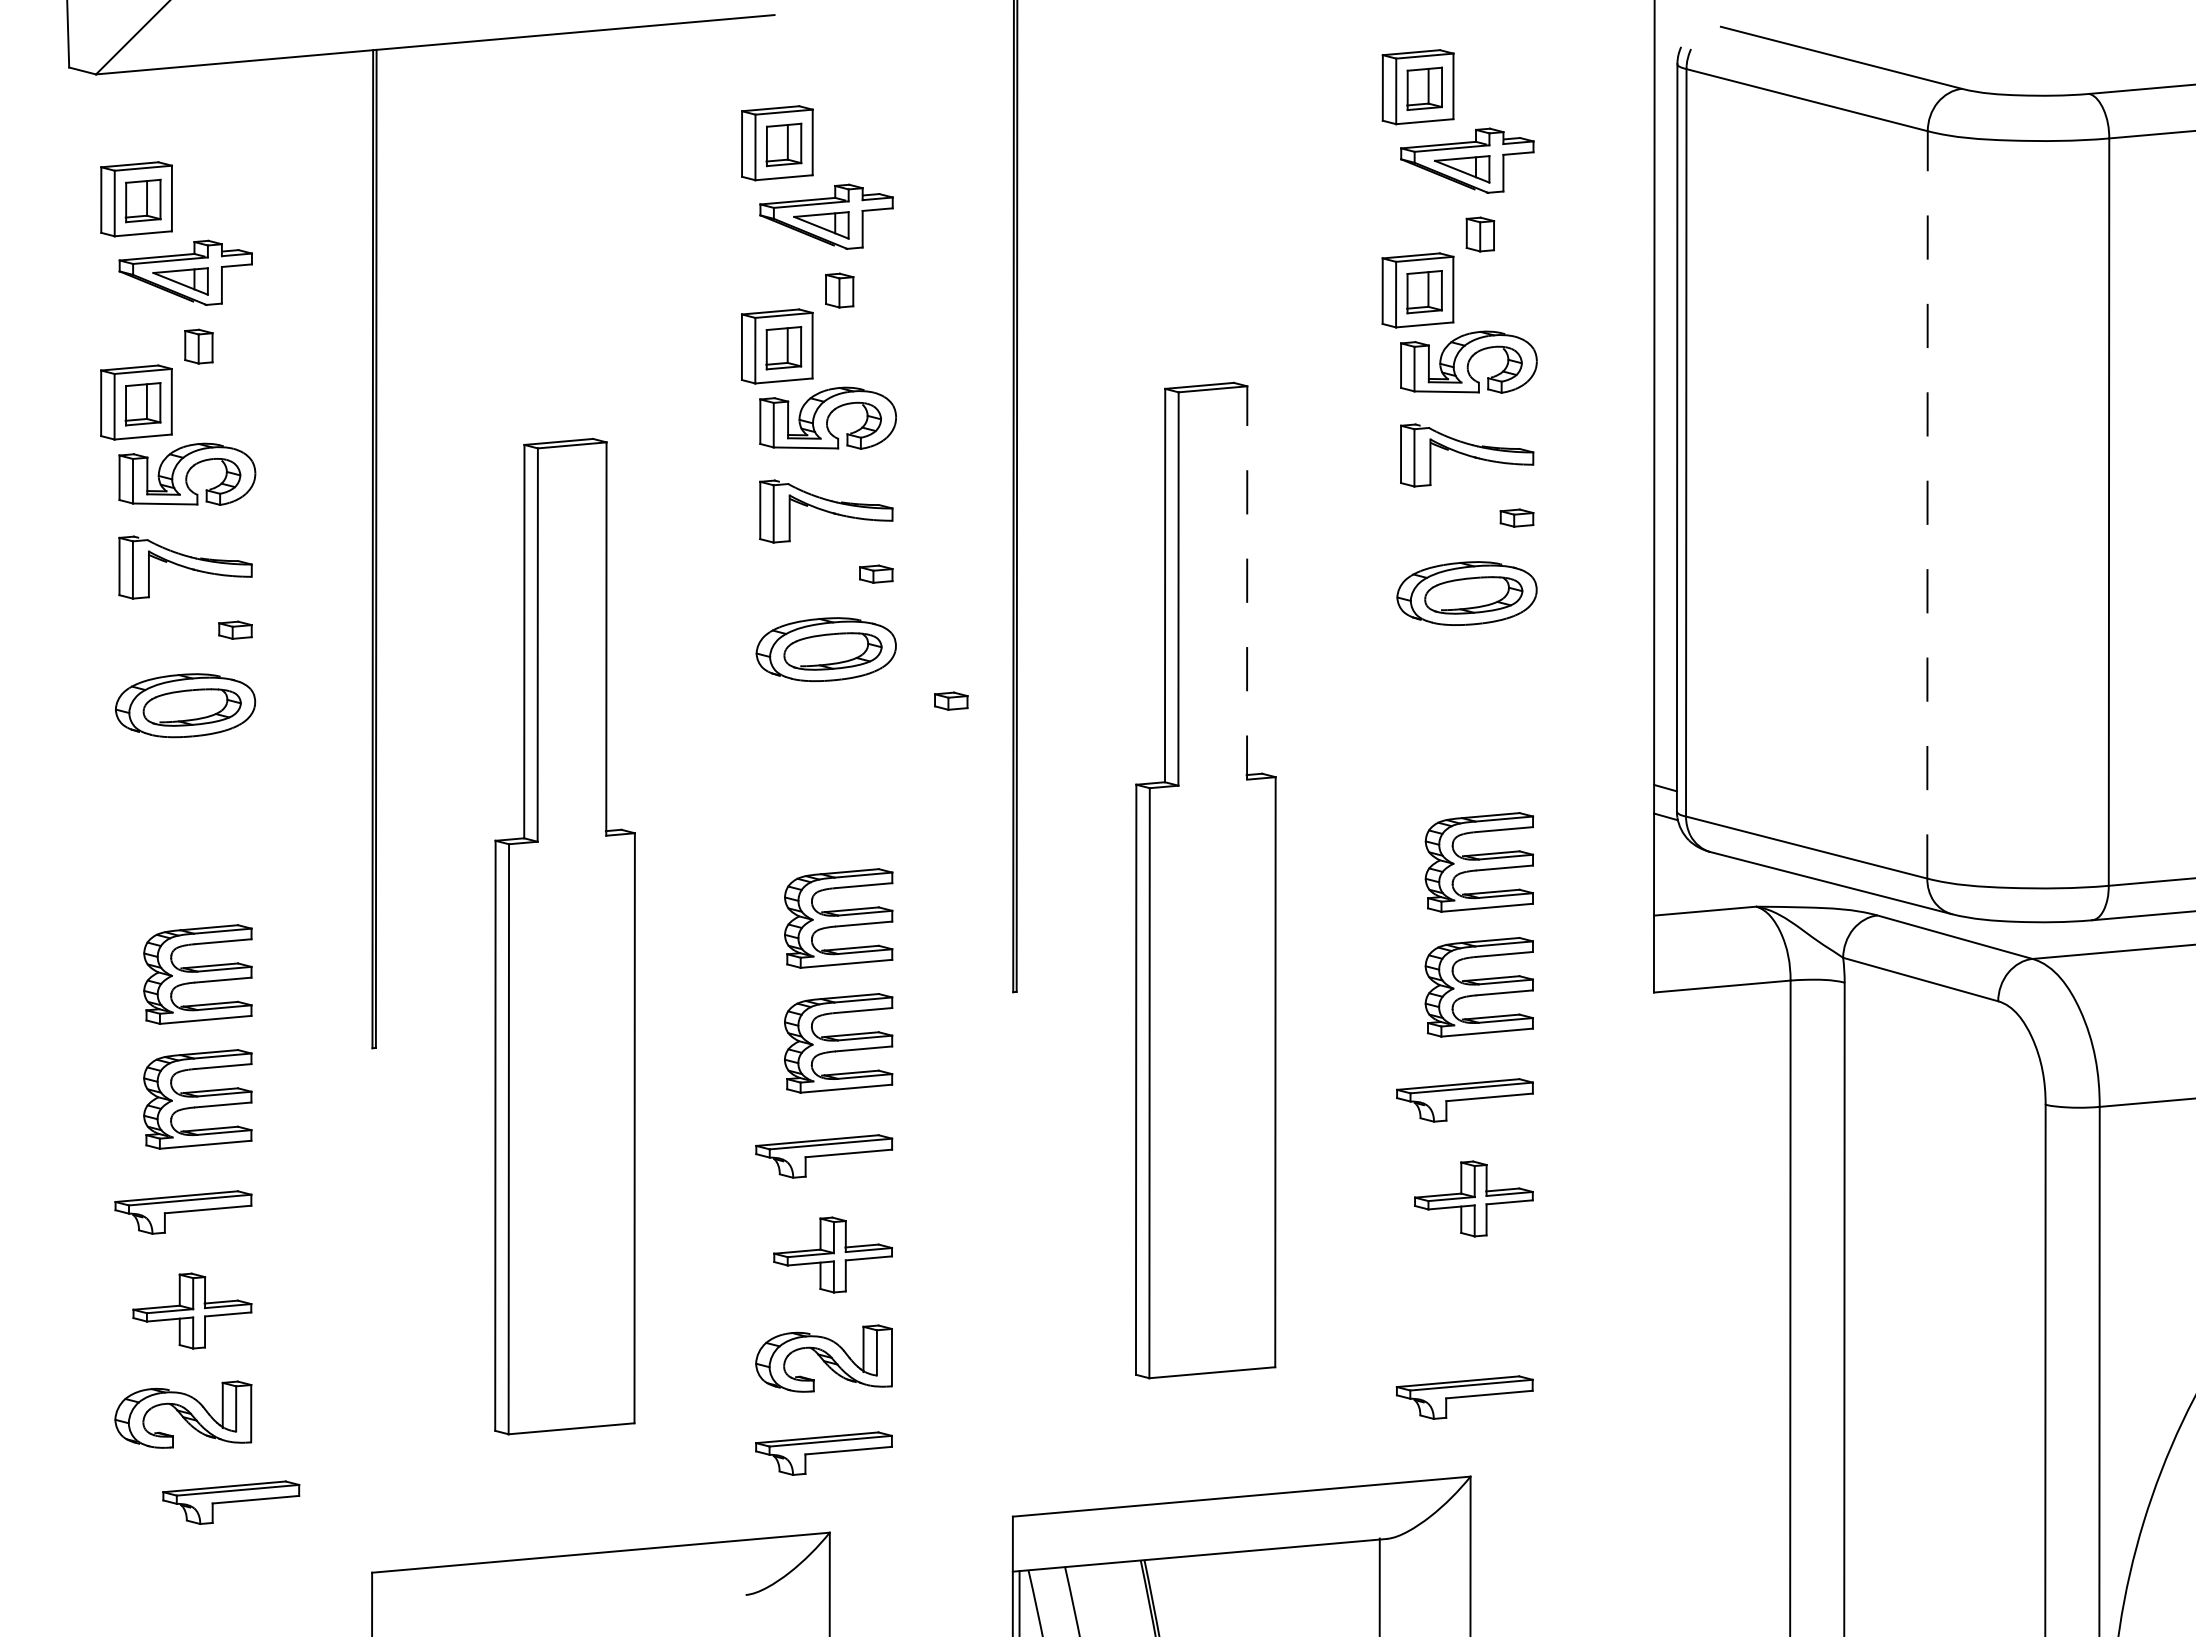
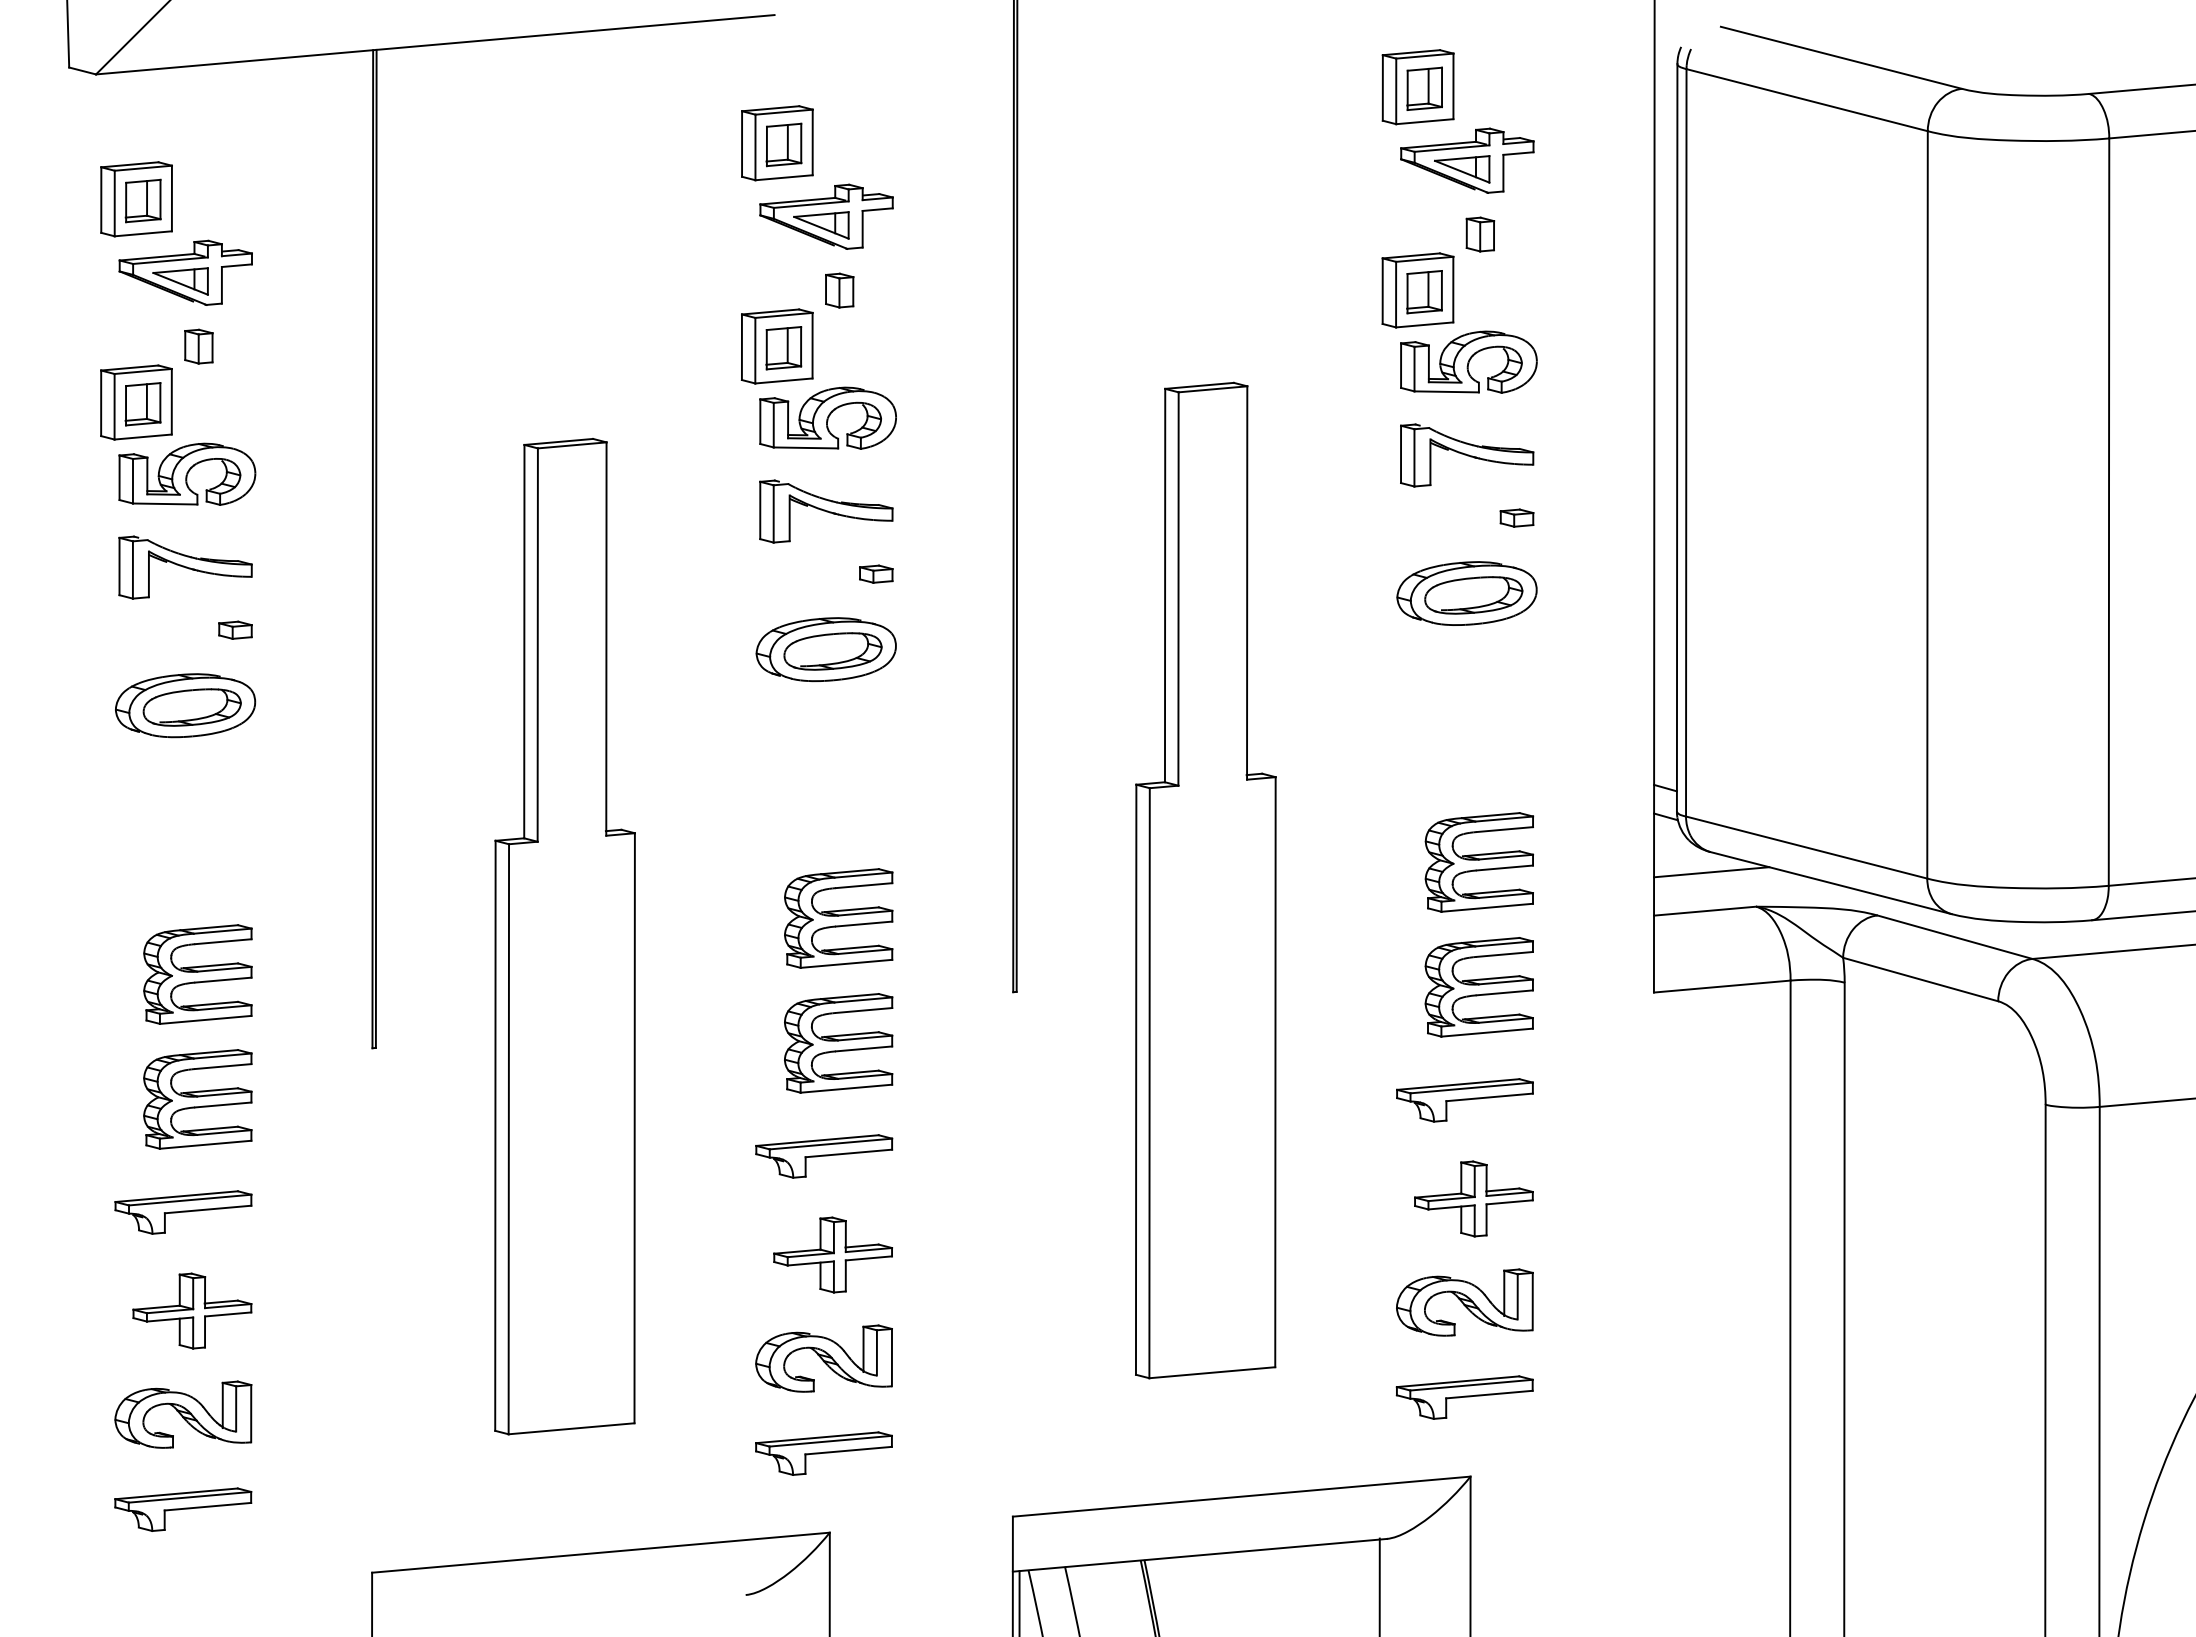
line at (1927, 504): dashed -> solid
line at (1247, 583): dashed -> solid
part at (951, 700): present -> none
line at (1711, 872): none -> present
part at (1464, 1302): none -> present
part at (231, 1502) position: (231, 1502) -> (183, 1509)
